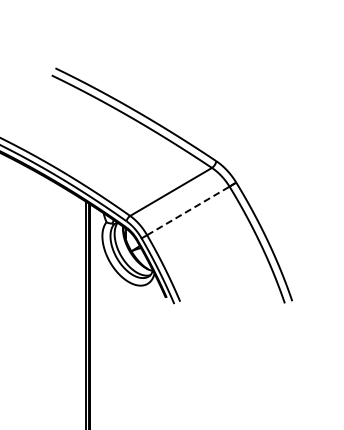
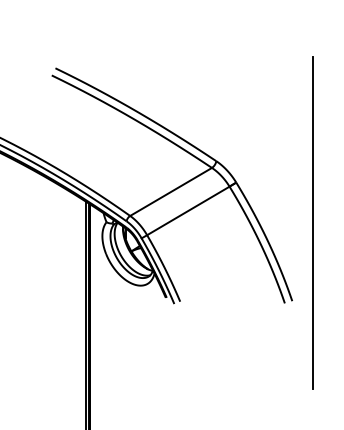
line at (188, 210): dashed -> solid
line at (313, 222): none -> present
